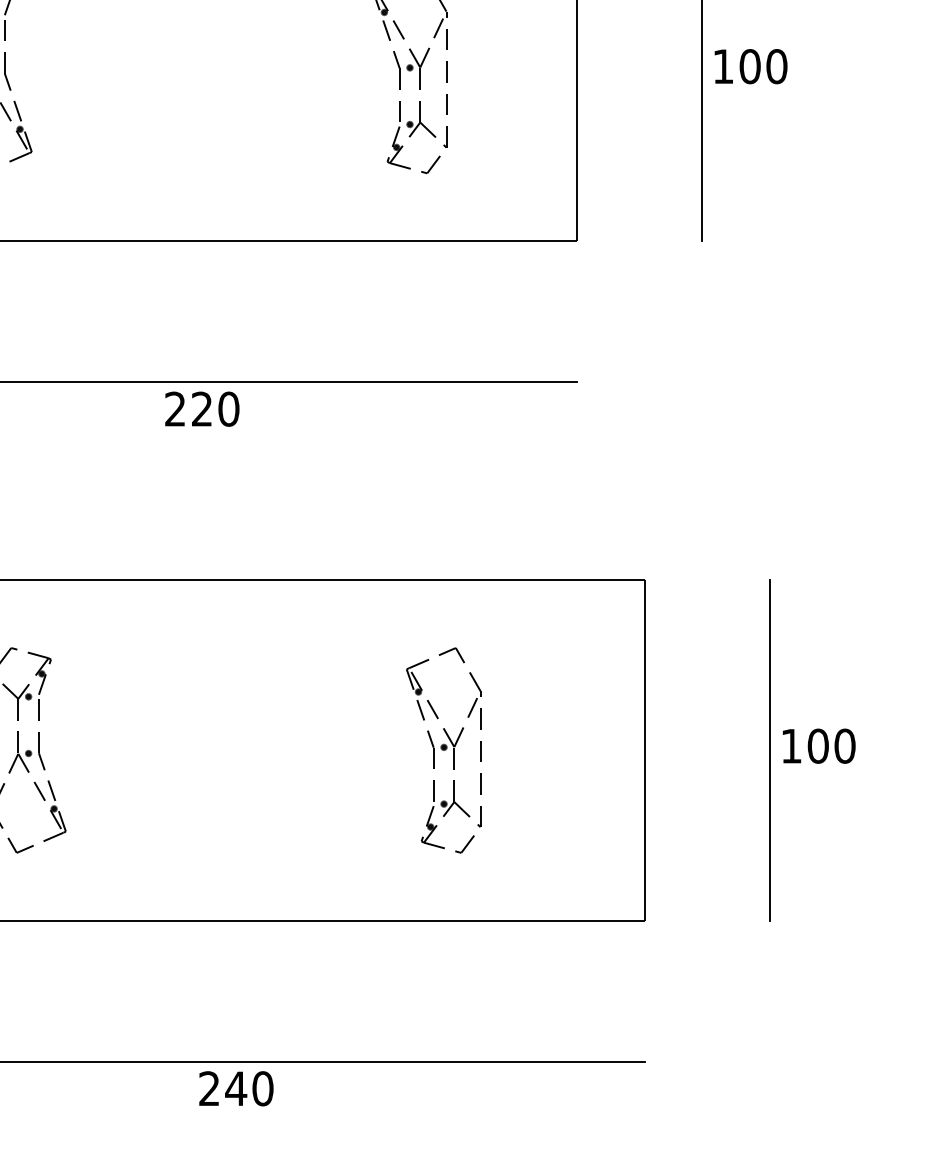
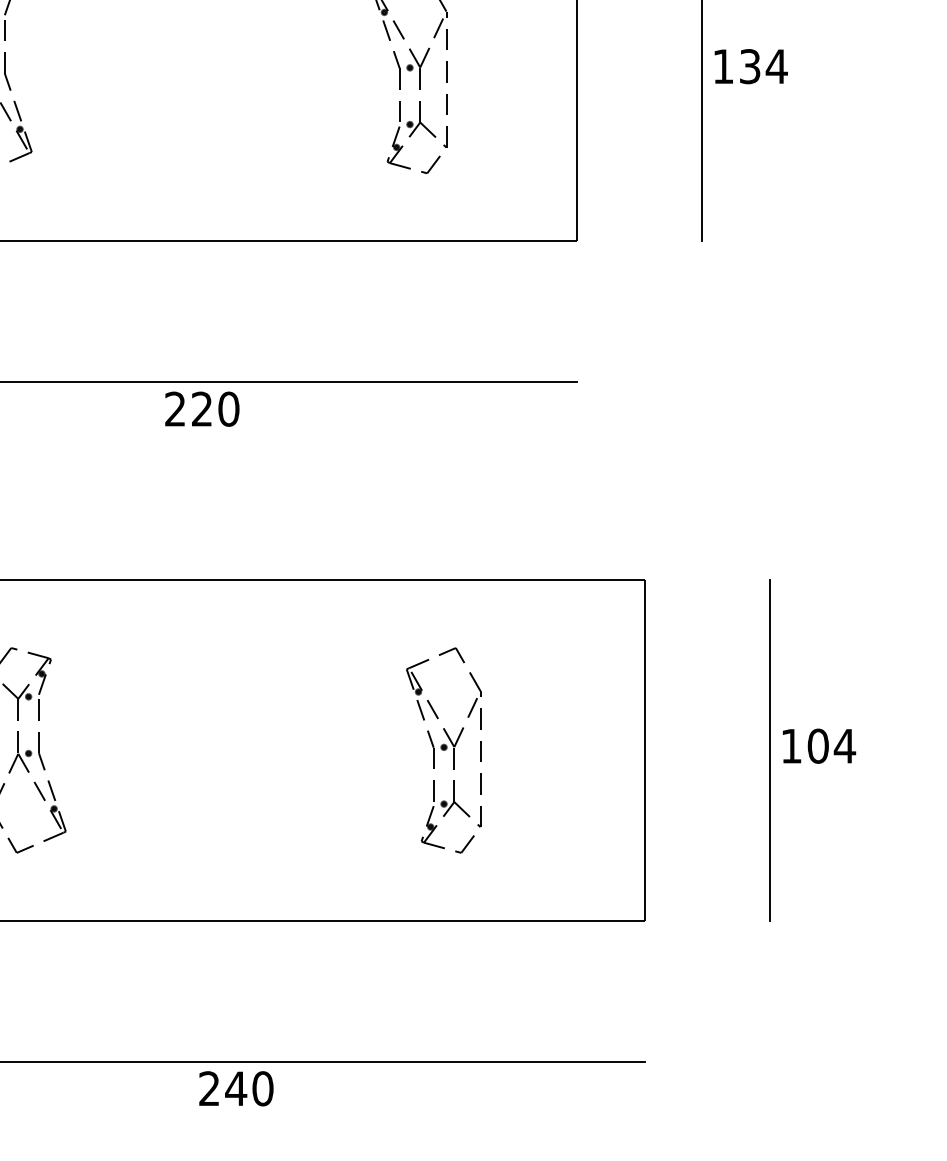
text at (763, 66): 100 -> 134
text at (844, 745): 100 -> 104
